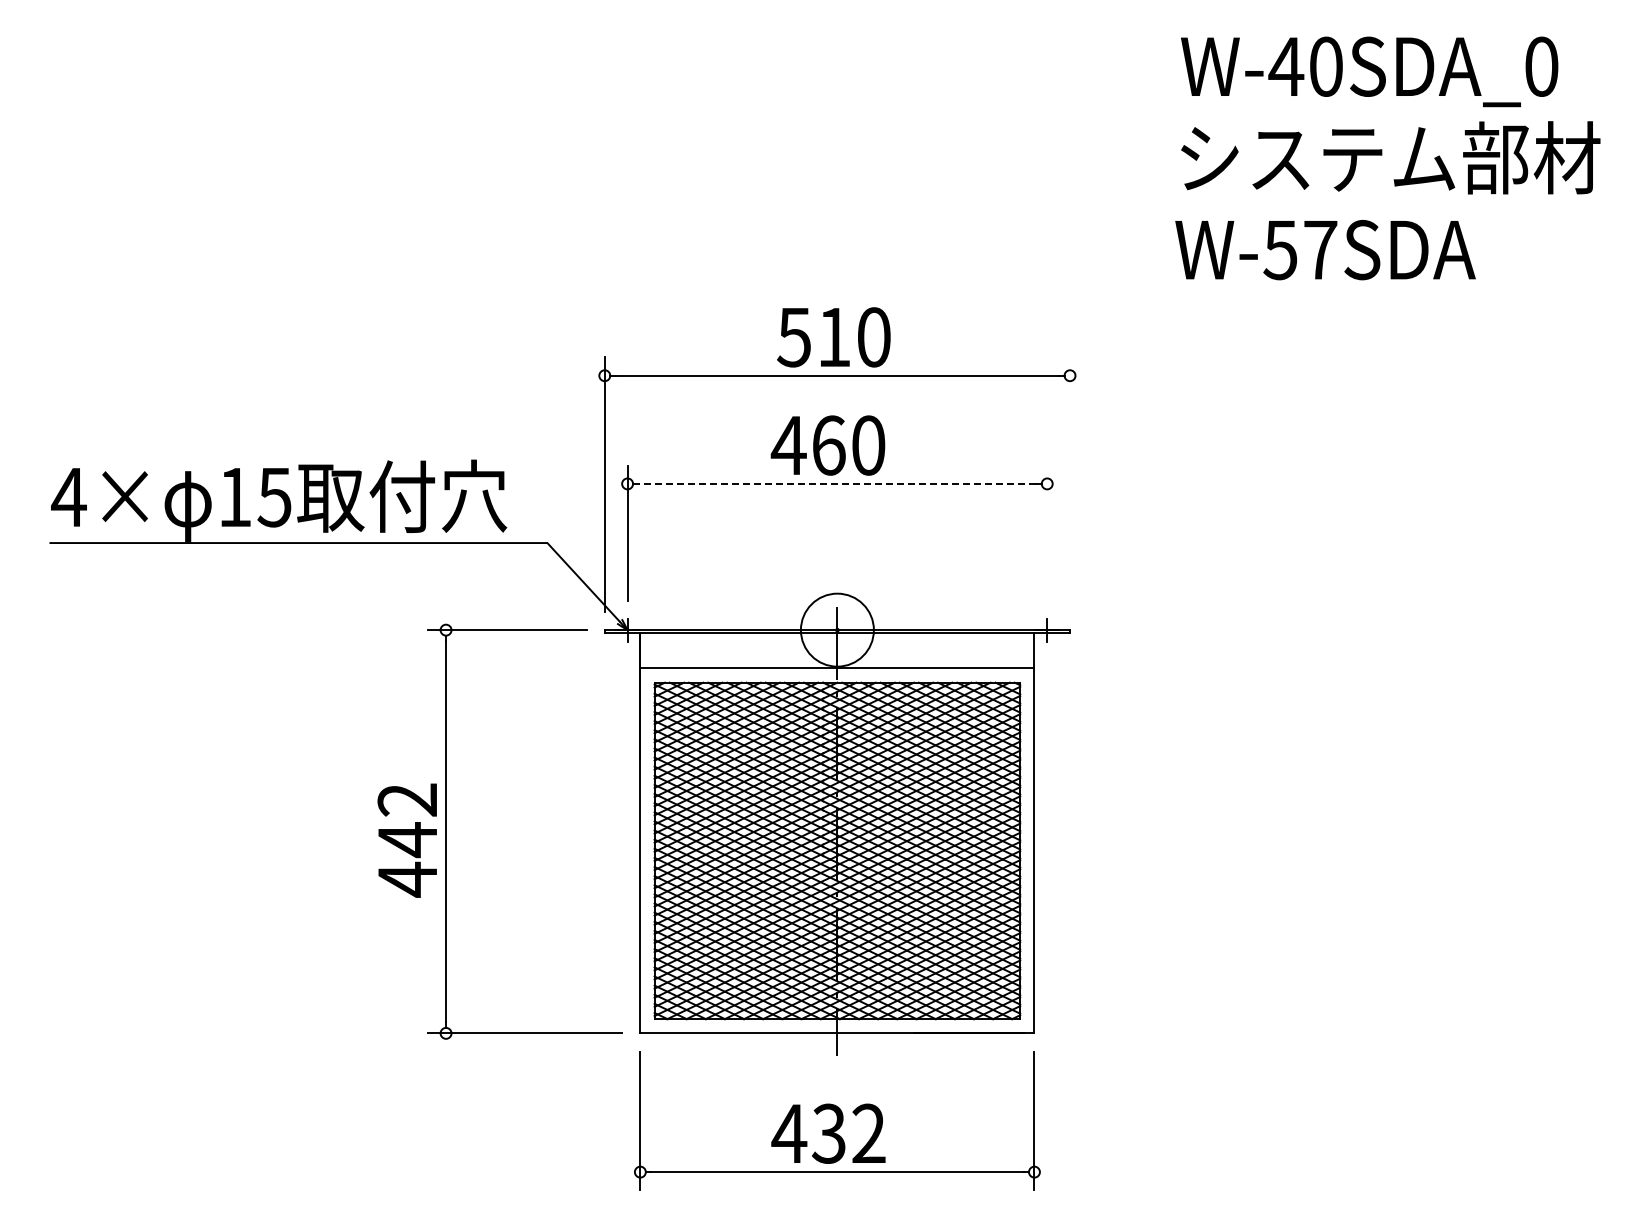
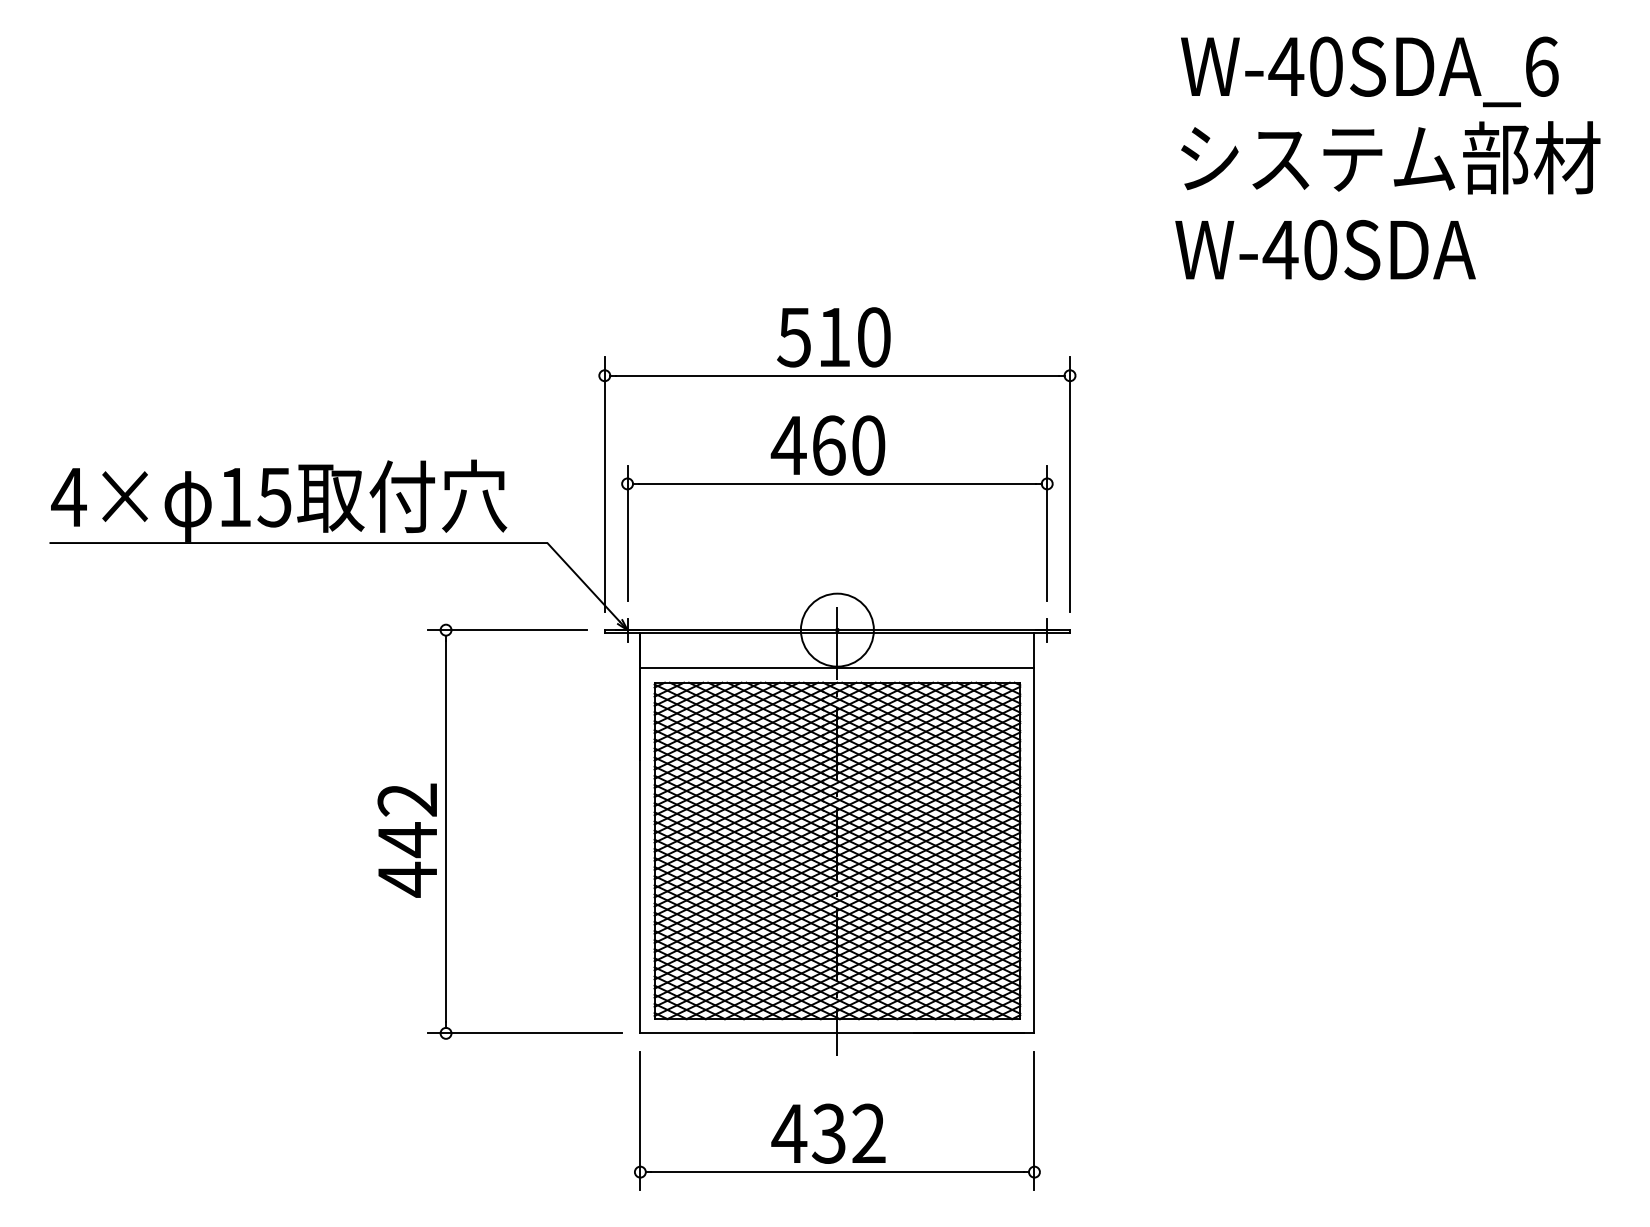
text at (1541, 66): W-40SDA_0 -> W-40SDA_6
text at (1299, 249): W-57SDA -> W-40SDA
line at (837, 483): dashed -> solid
line at (1070, 484): none -> present
line at (1047, 532): none -> present
